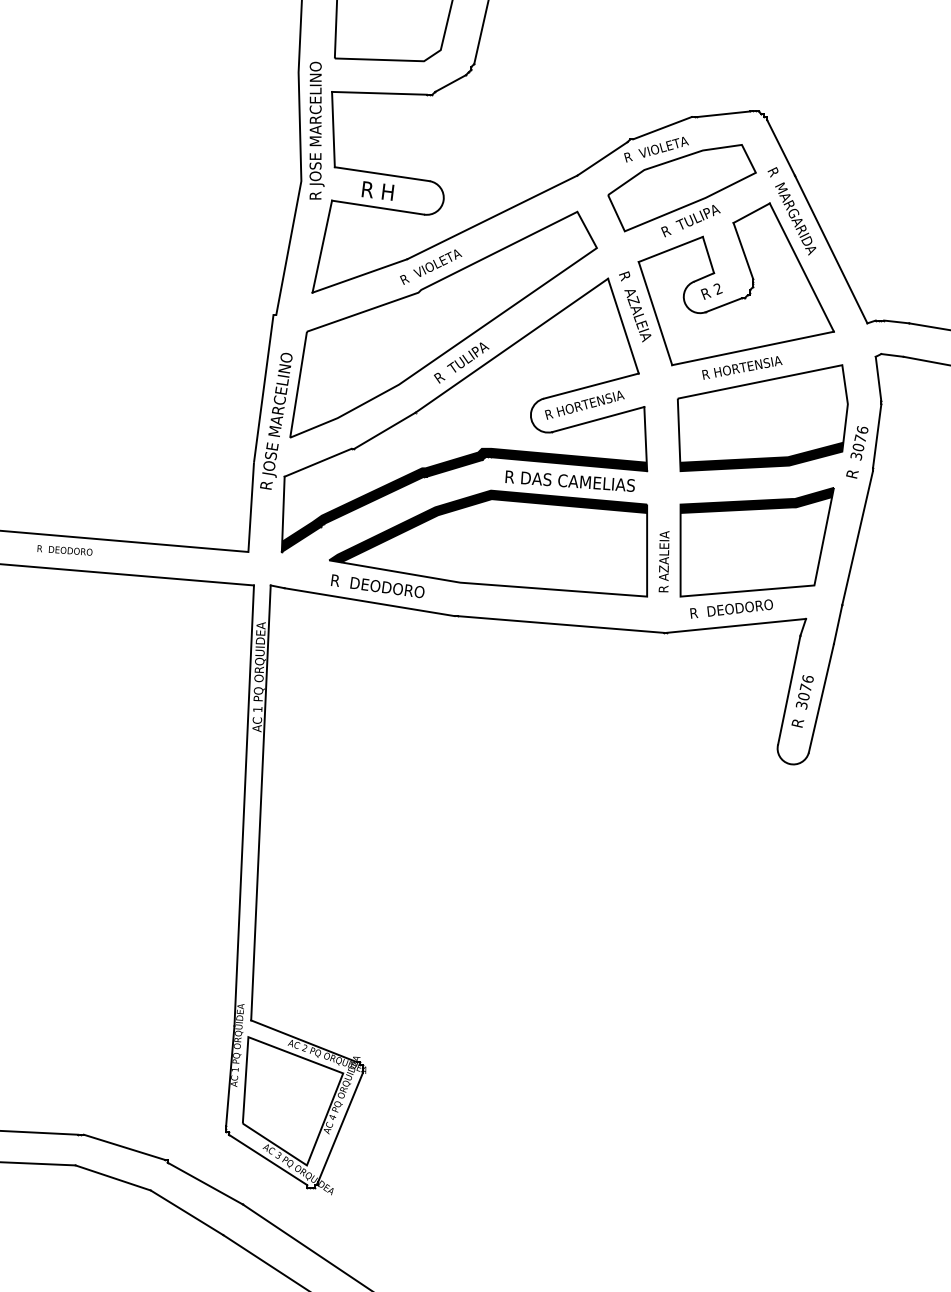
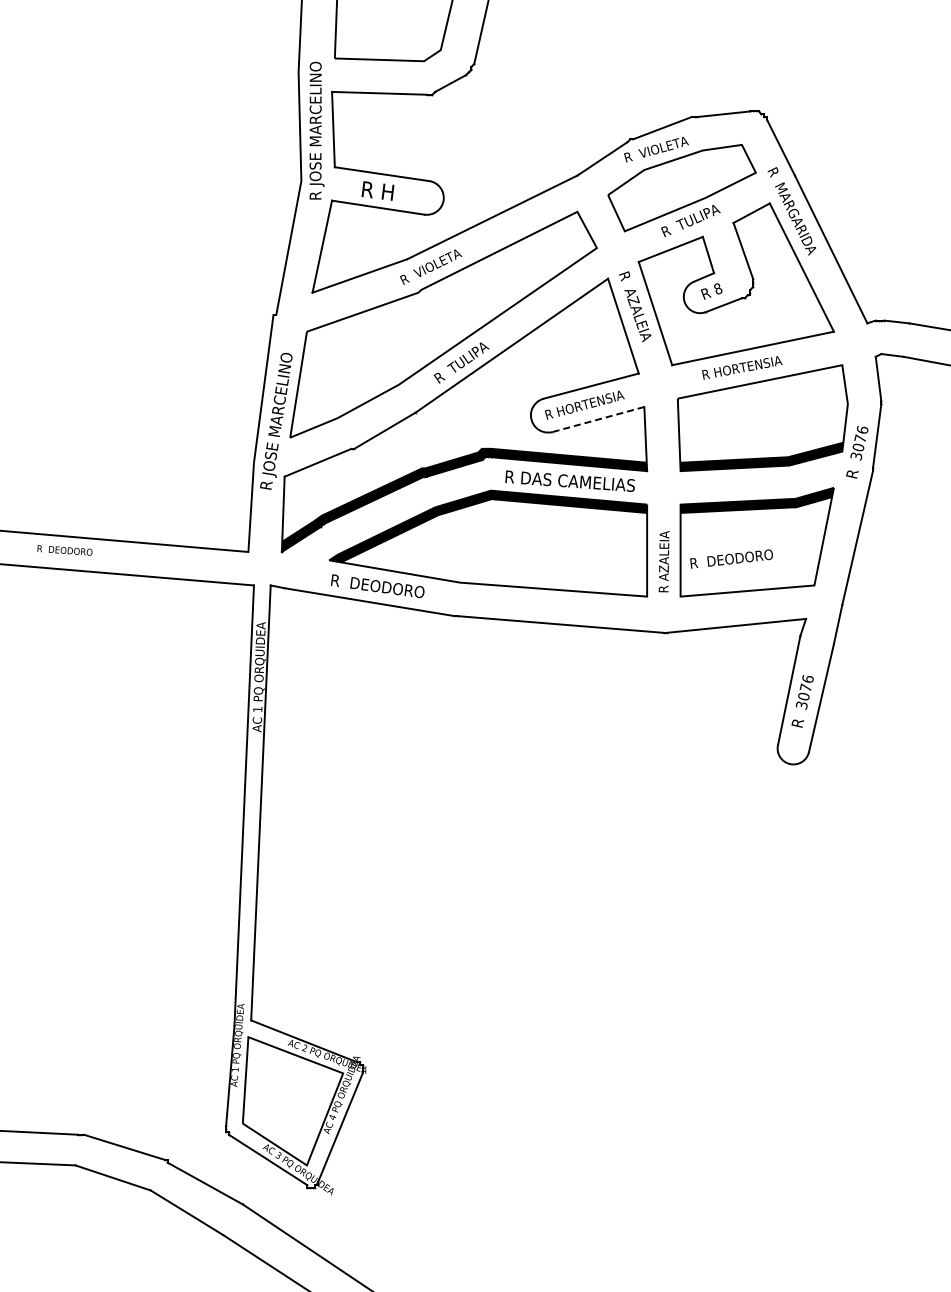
text at (717, 288): 2 -> 8
line at (598, 419): solid -> dashed
text at (731, 608) position: (731, 608) -> (731, 558)
